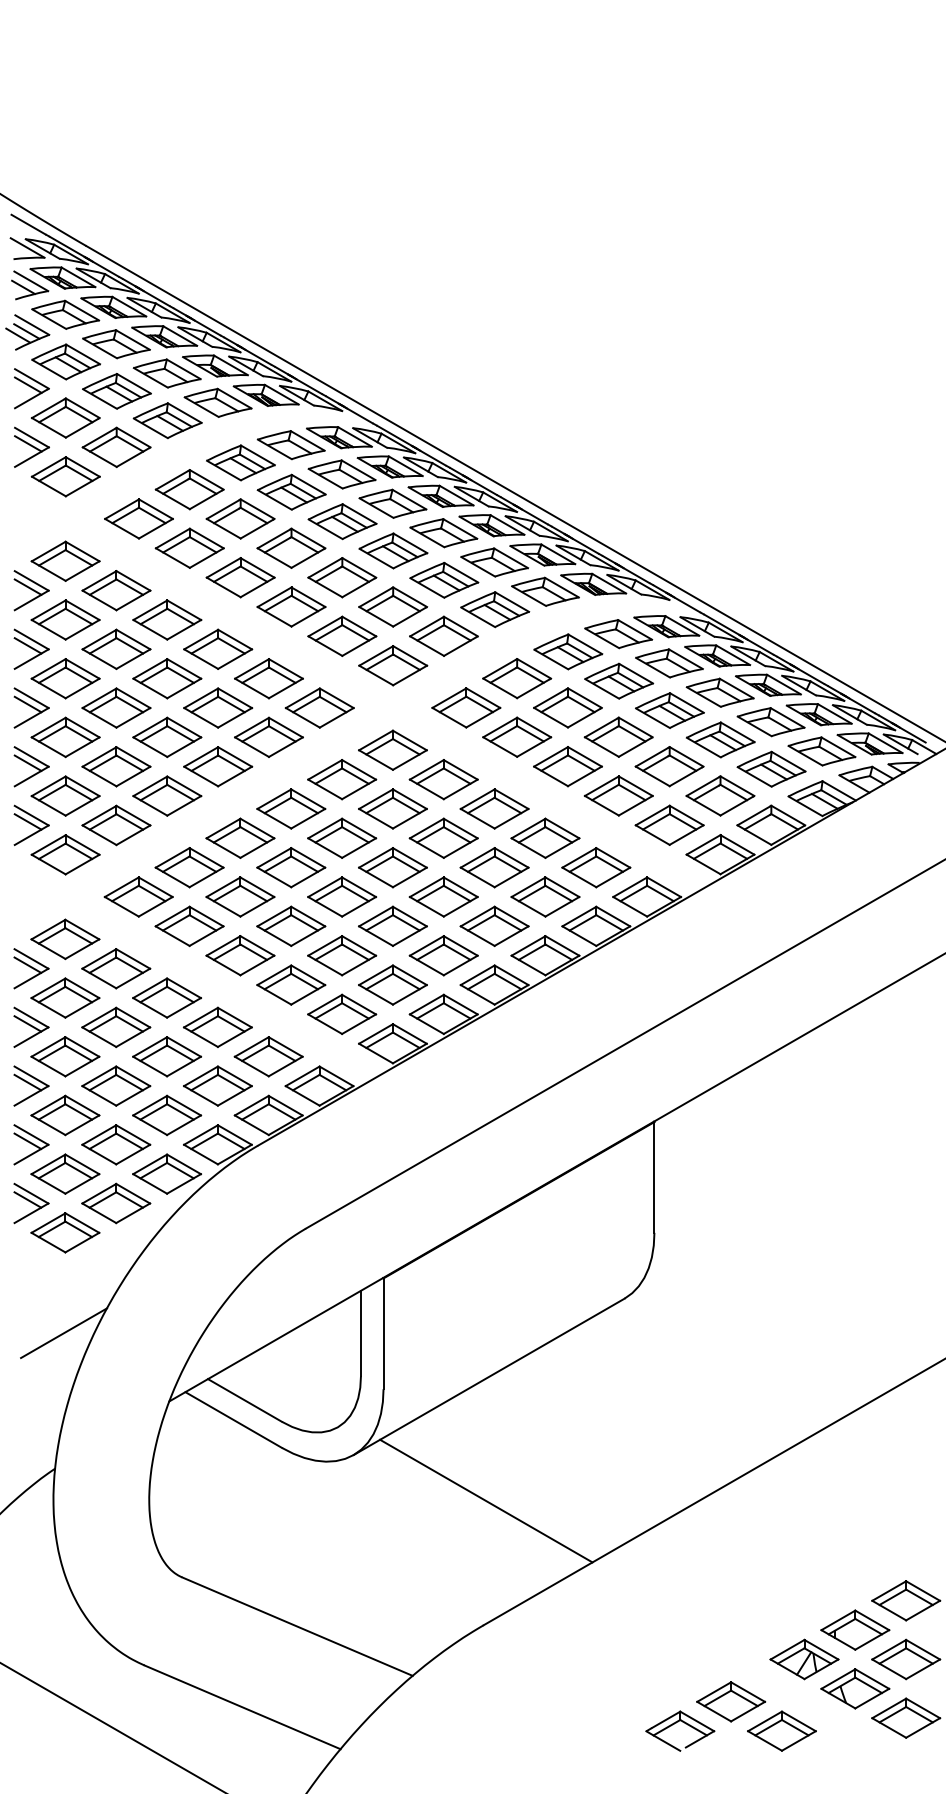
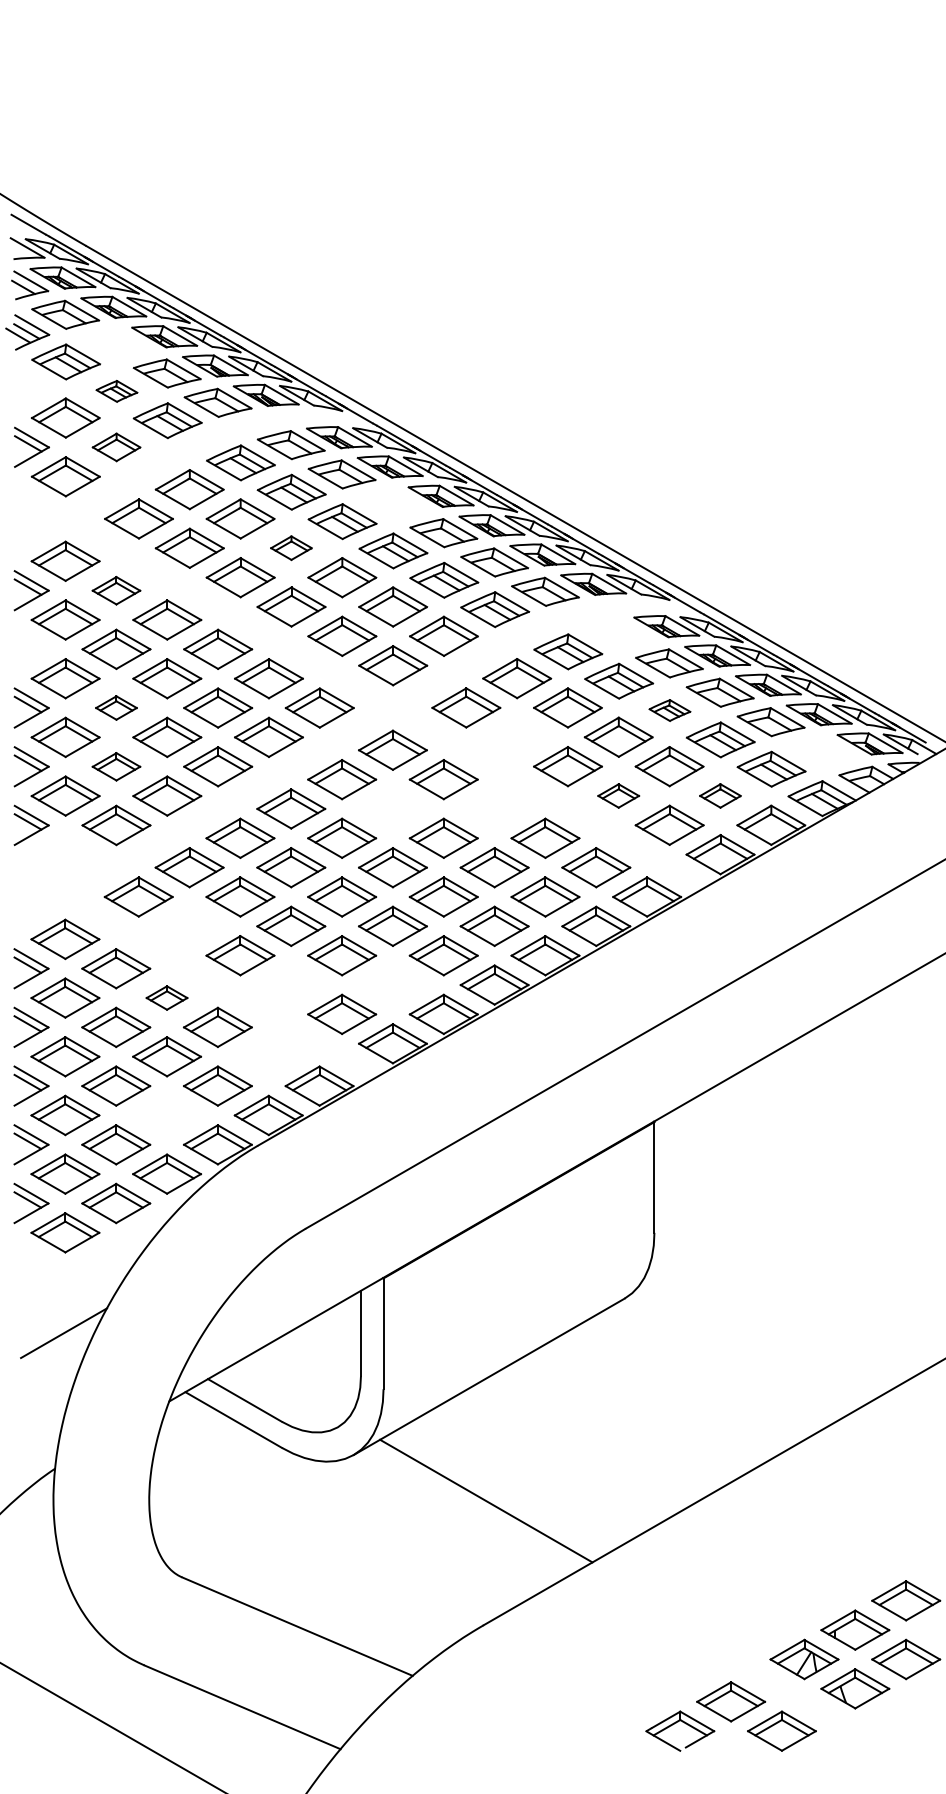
part at (116, 344): present -> none
part at (31, 388): present -> none
part at (116, 391) size: 70x37 px -> 44x23 px
part at (116, 447) size: 71x43 px -> 51x31 px
part at (392, 503): present -> none
part at (291, 547) size: 71x42 px -> 43x27 px
part at (116, 590) size: 71x42 px -> 51x31 px
part at (618, 634): present -> none
part at (31, 648): present -> none
part at (116, 707) size: 71x42 px -> 43x26 px
part at (669, 710) size: 70x37 px -> 44x23 px
part at (517, 736): present -> none
part at (821, 751): present -> none
part at (116, 766) size: 71x42 px -> 51x30 px
part at (618, 795) size: 71x42 px -> 44x26 px
part at (720, 795) size: 71x42 px -> 43x26 px
part at (392, 808): present -> none
part at (494, 808): present -> none
part at (65, 854): present -> none
part at (189, 925): present -> none
part at (291, 984): present -> none
part at (392, 984): present -> none
part at (166, 997) size: 70x42 px -> 44x26 px
part at (268, 1056): present -> none
part at (167, 1115): present -> none
part at (906, 1717): present -> none
